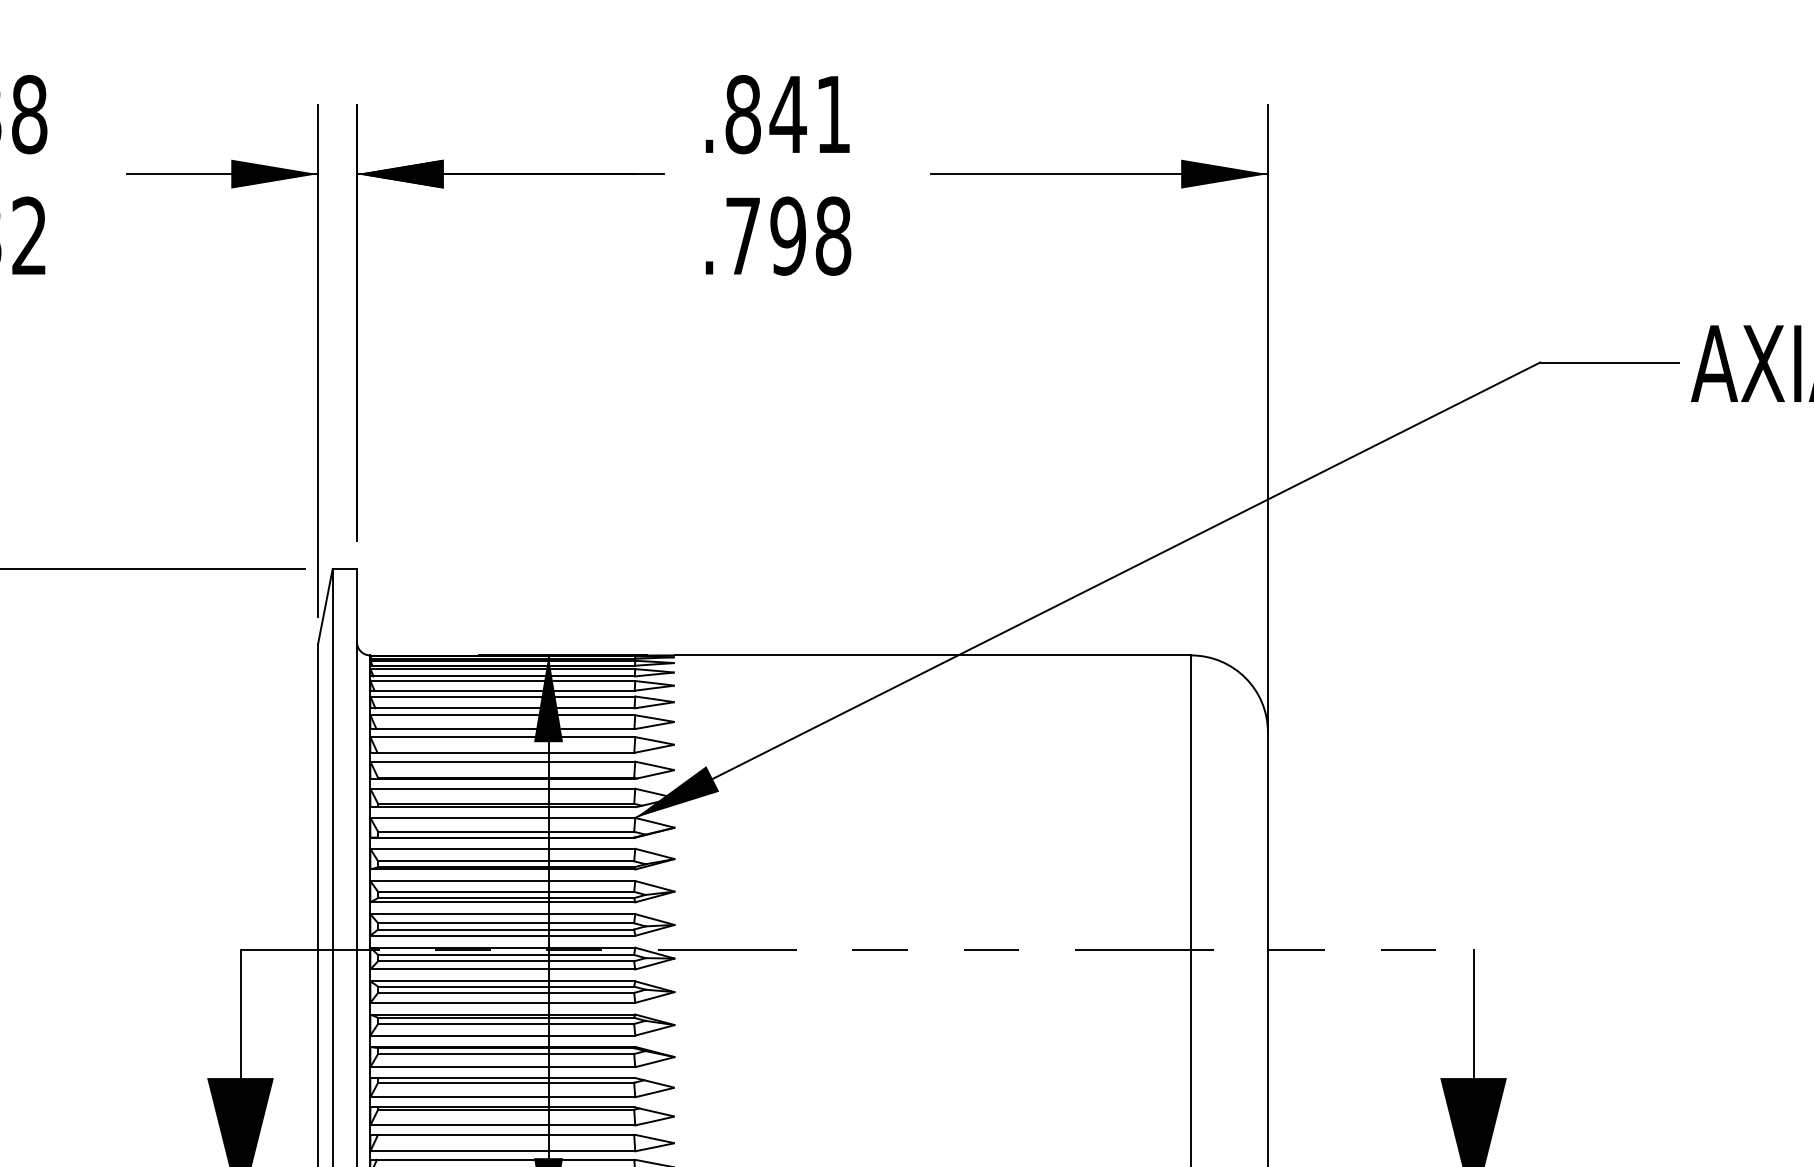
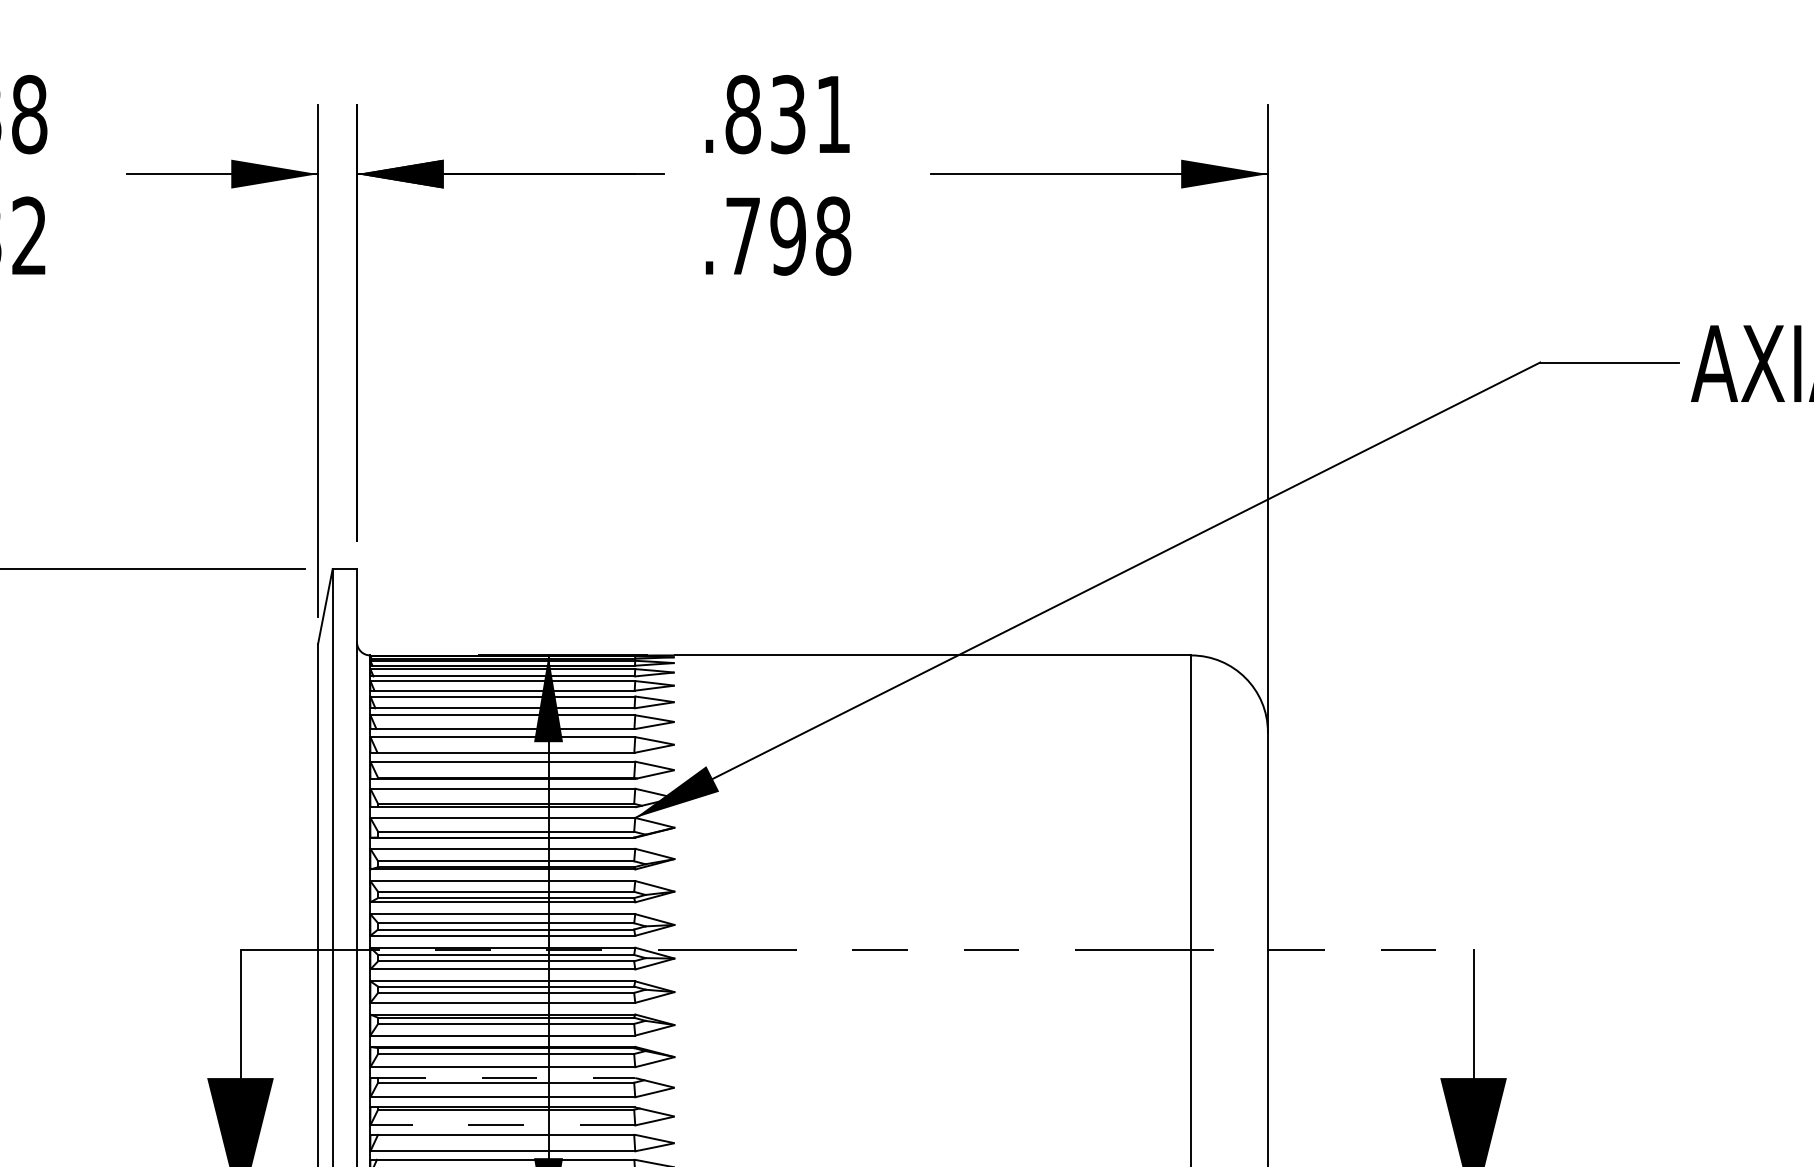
text at (787, 114): .841 -> .831
line at (503, 1078): solid -> dashed
line at (502, 1125): solid -> dashed
